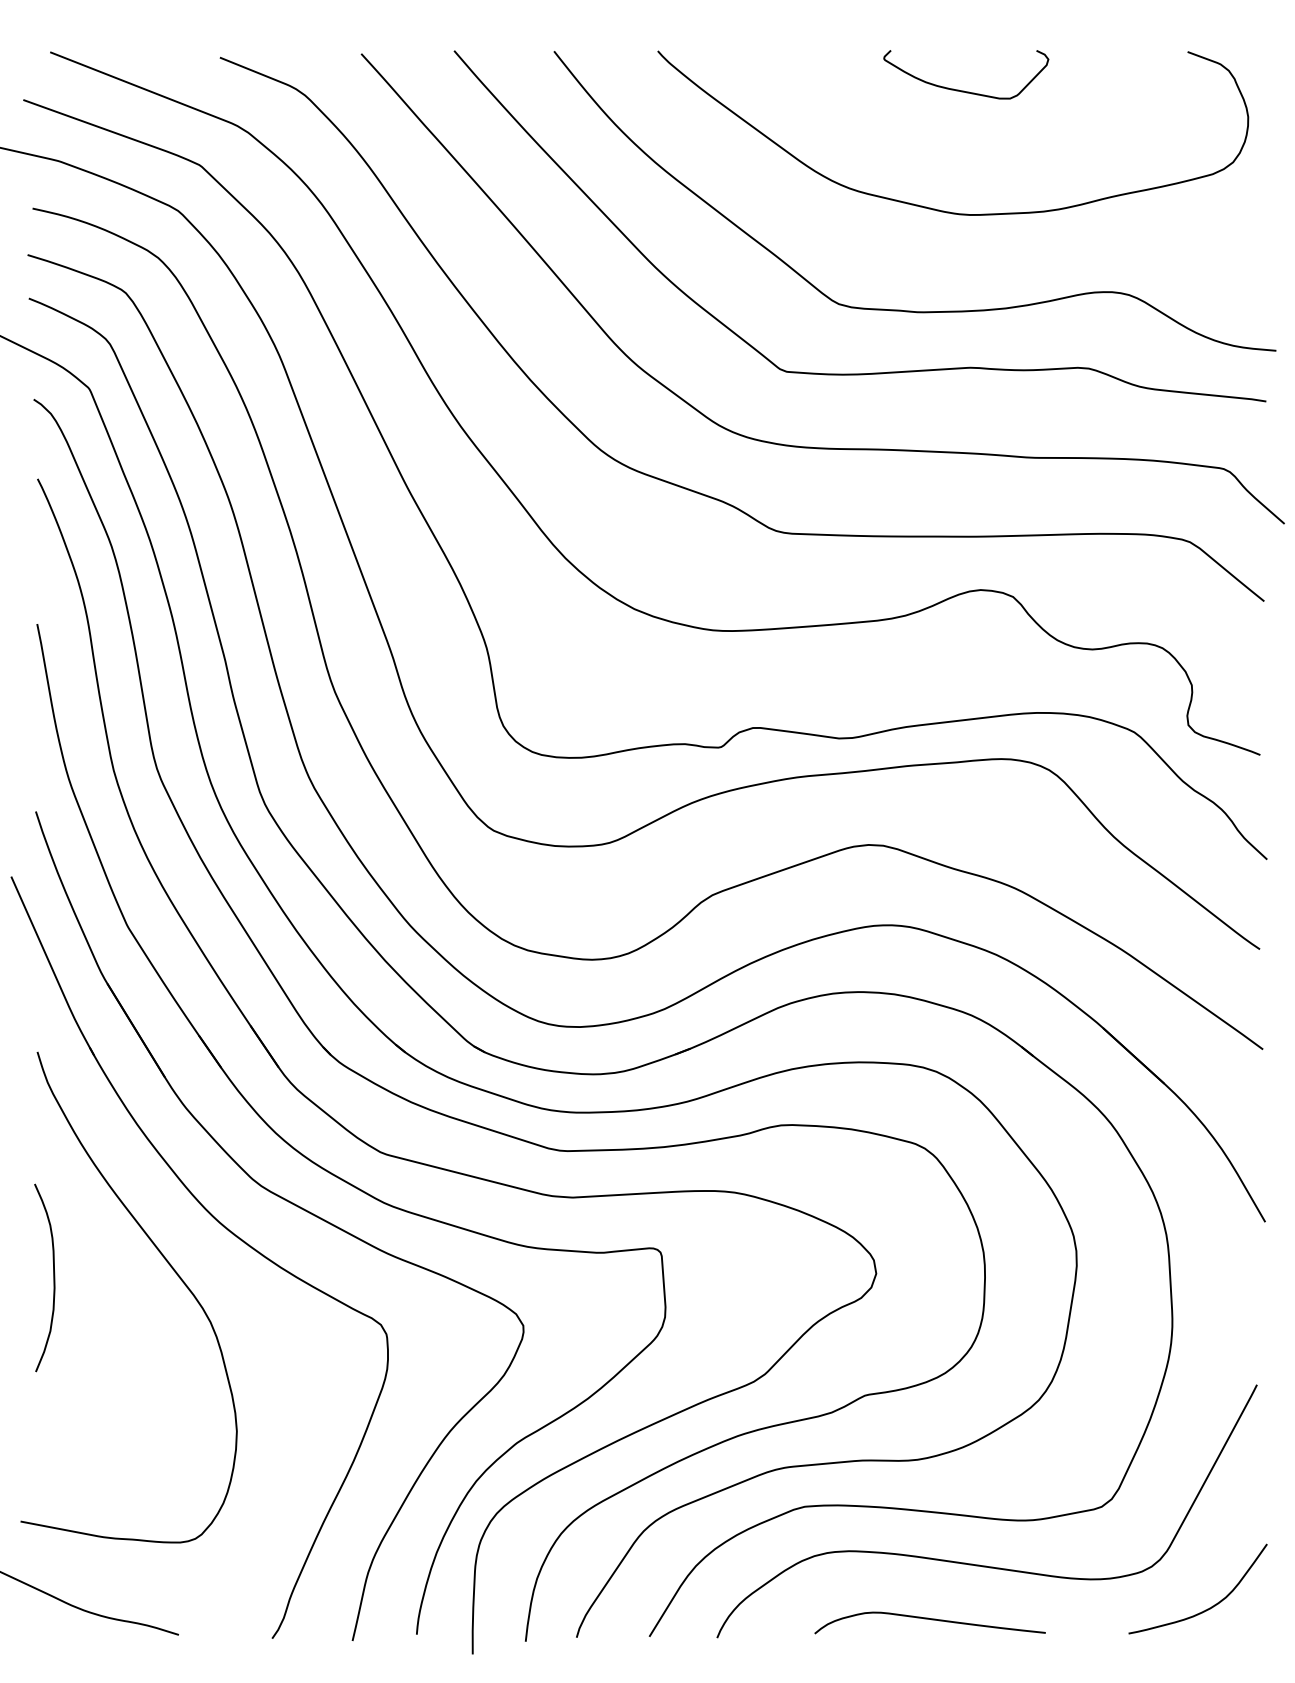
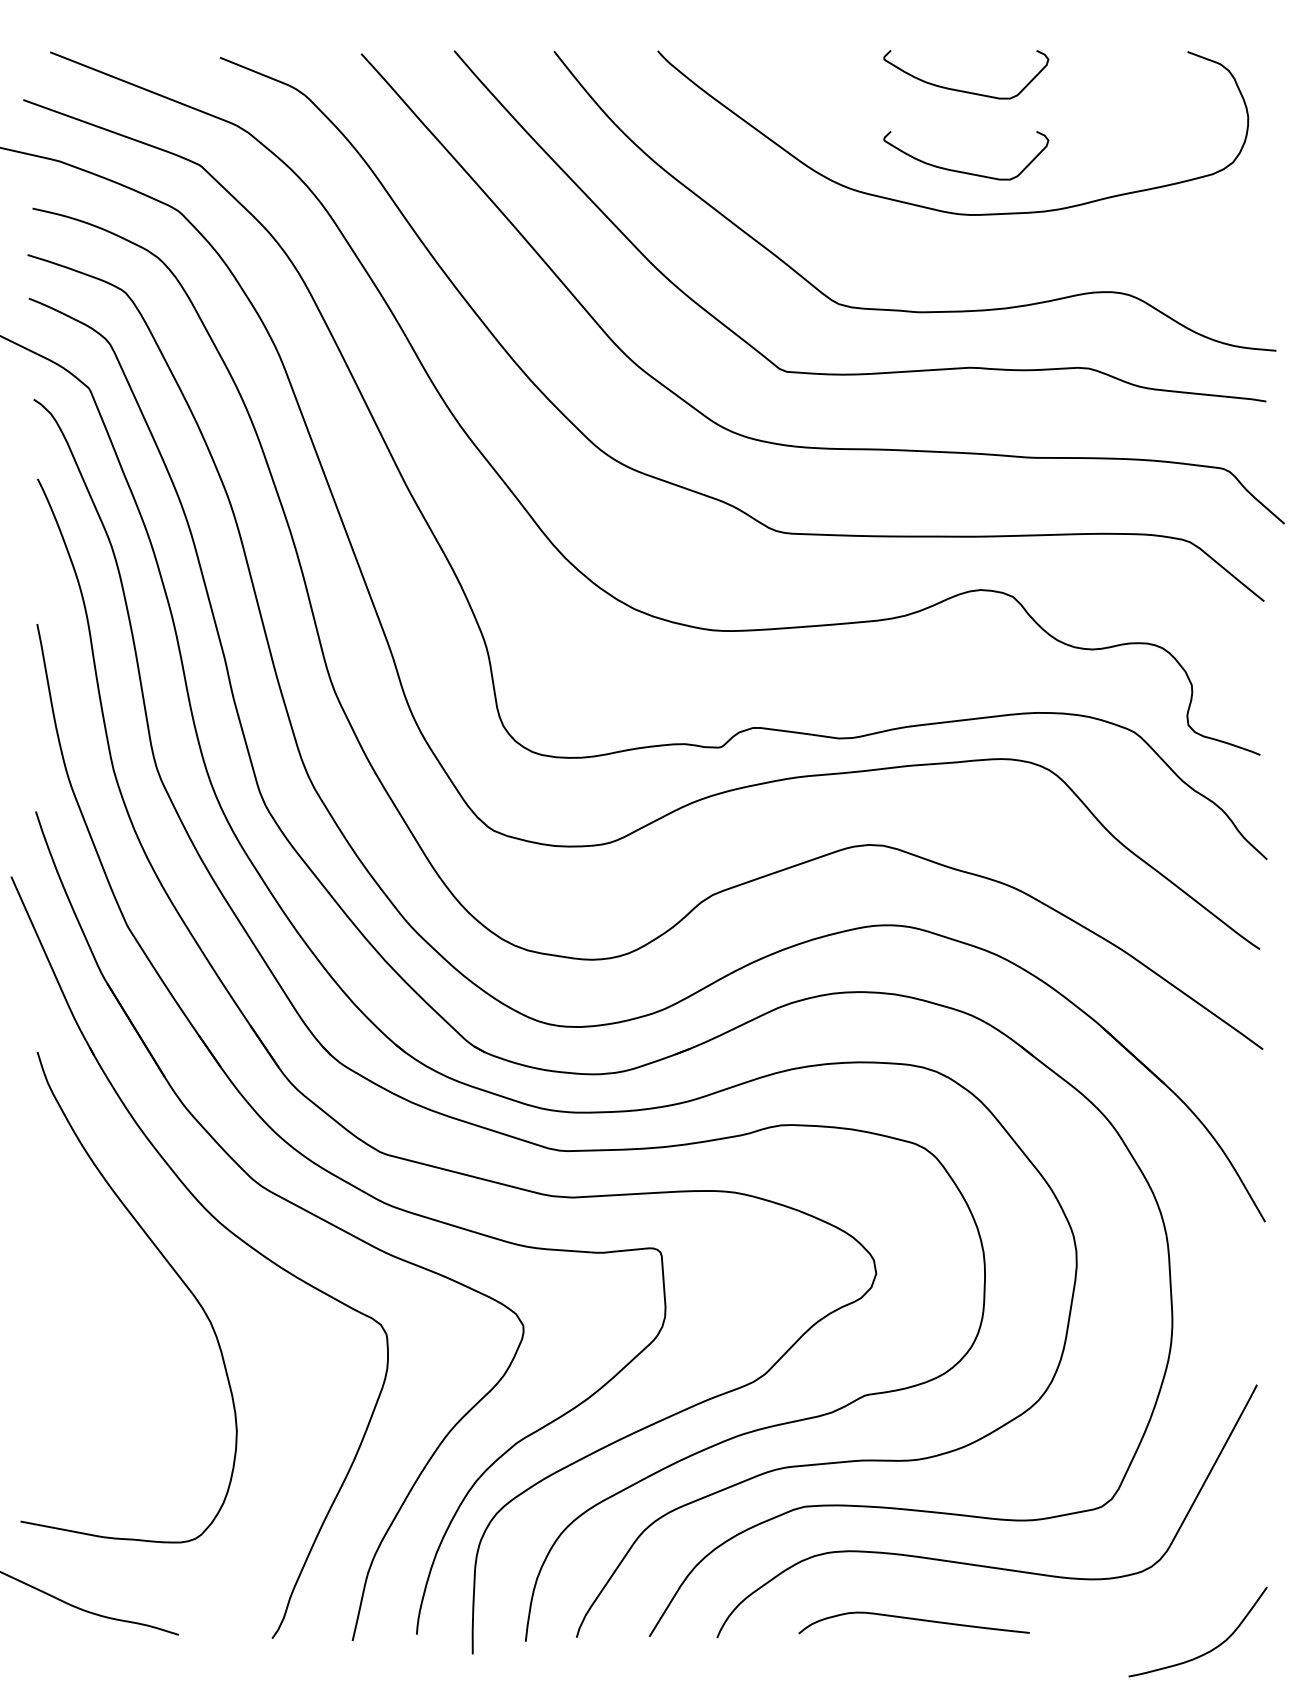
curve at (964, 171): none -> present
curve at (53, 1277): present -> none
curve at (1207, 1608) position: (1207, 1608) -> (1207, 1651)
curve at (931, 1620) position: (931, 1620) -> (915, 1620)
